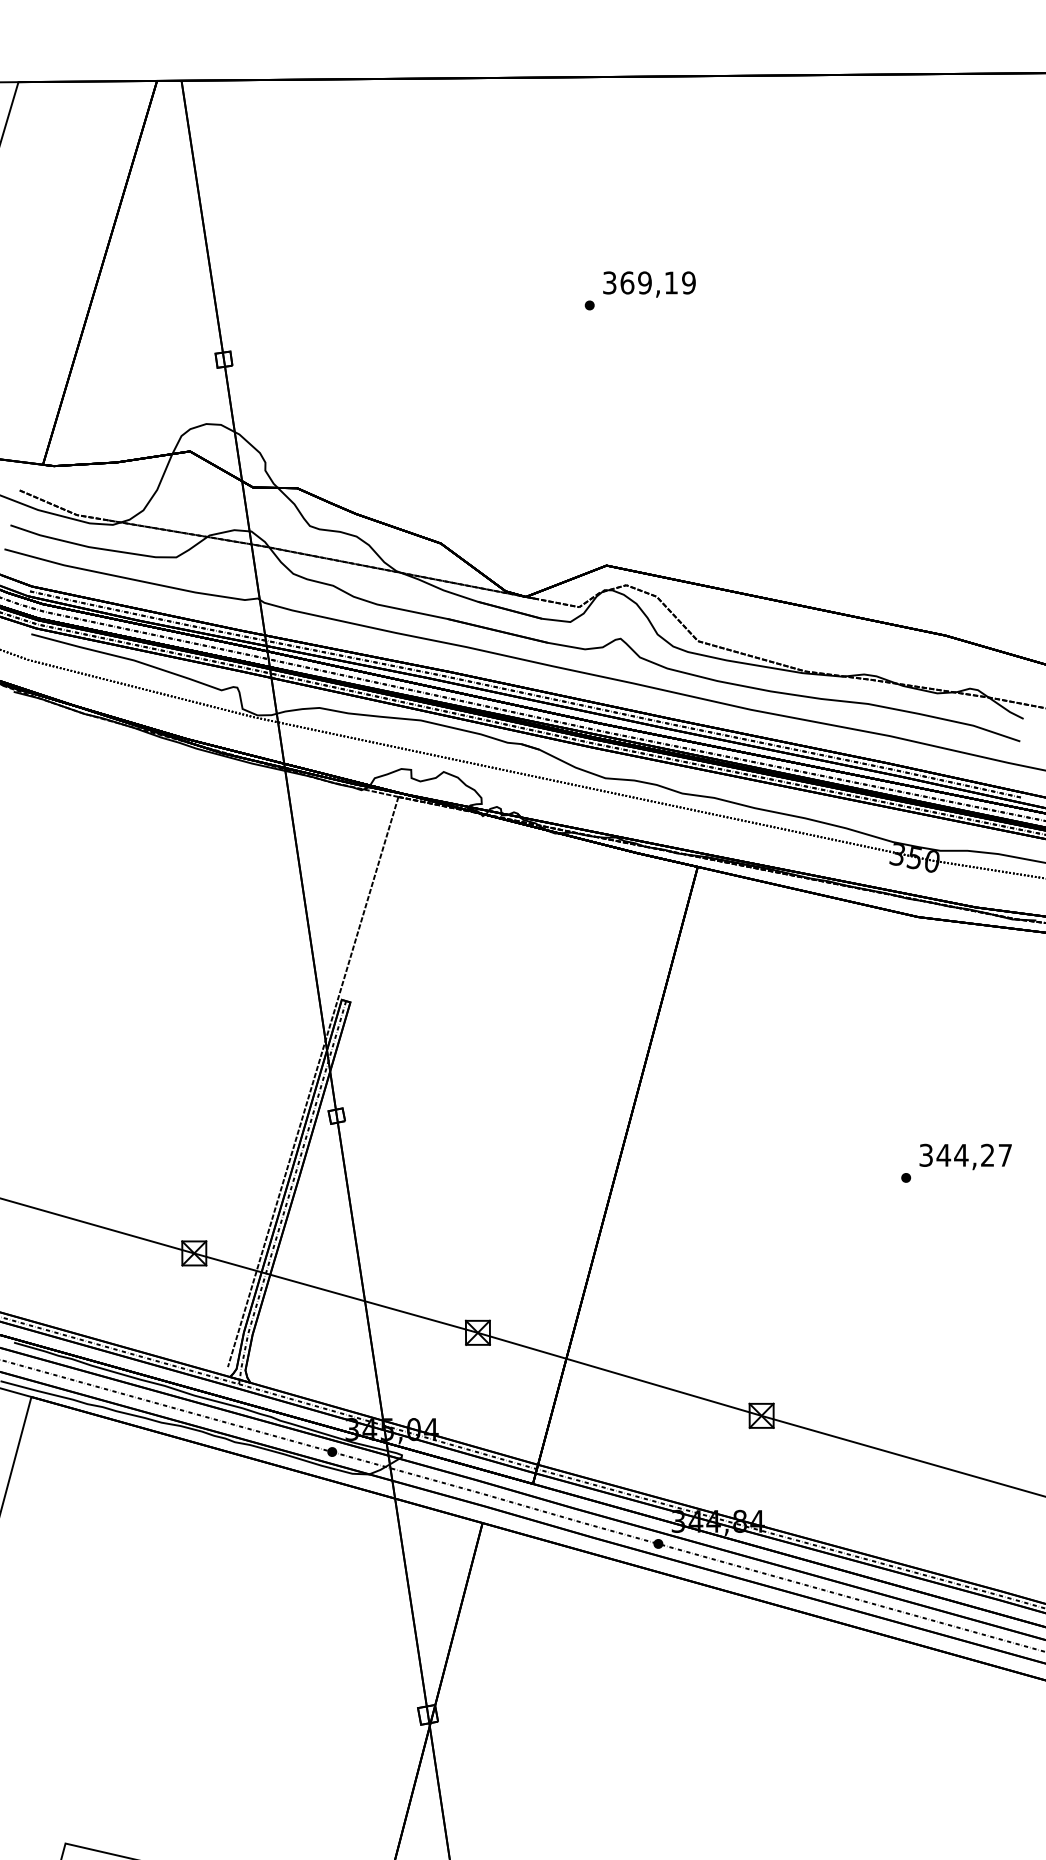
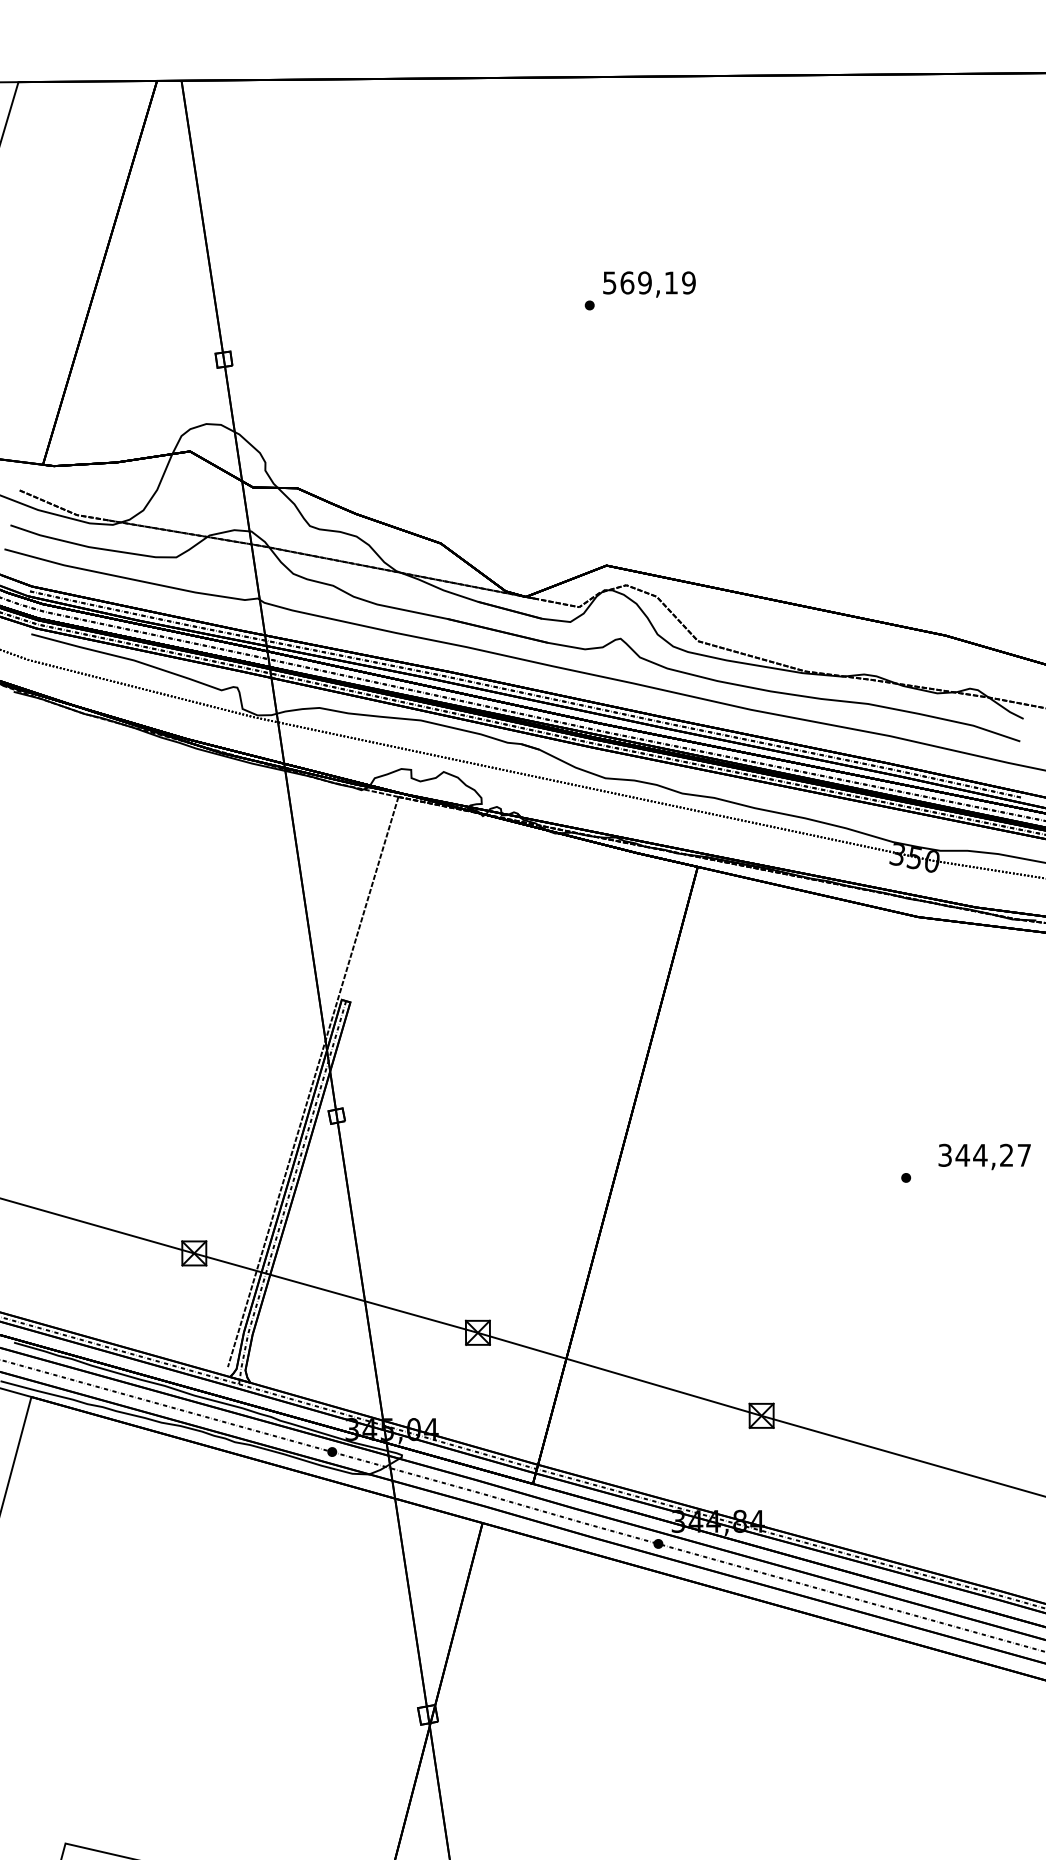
text at (609, 282): 369,19 -> 569,19
text at (965, 1156) position: (965, 1156) -> (984, 1156)
